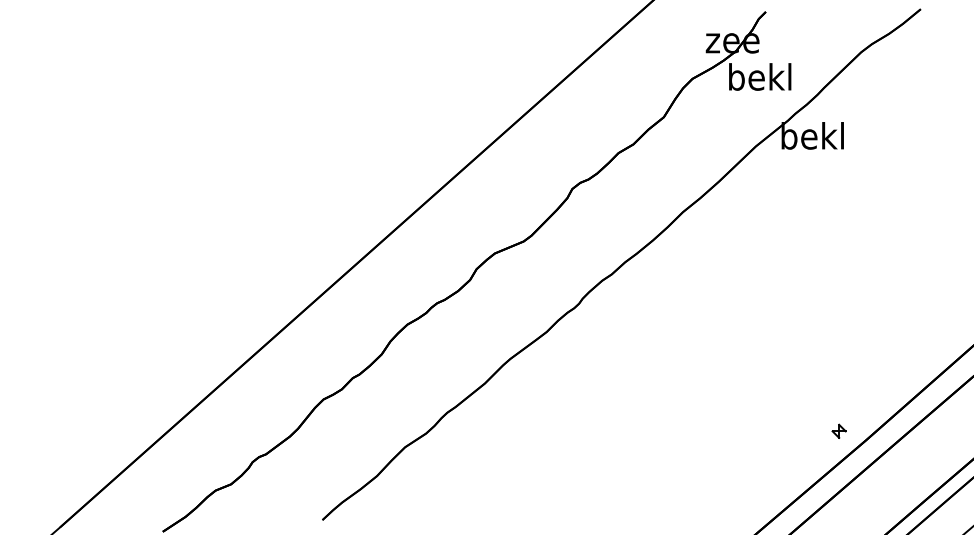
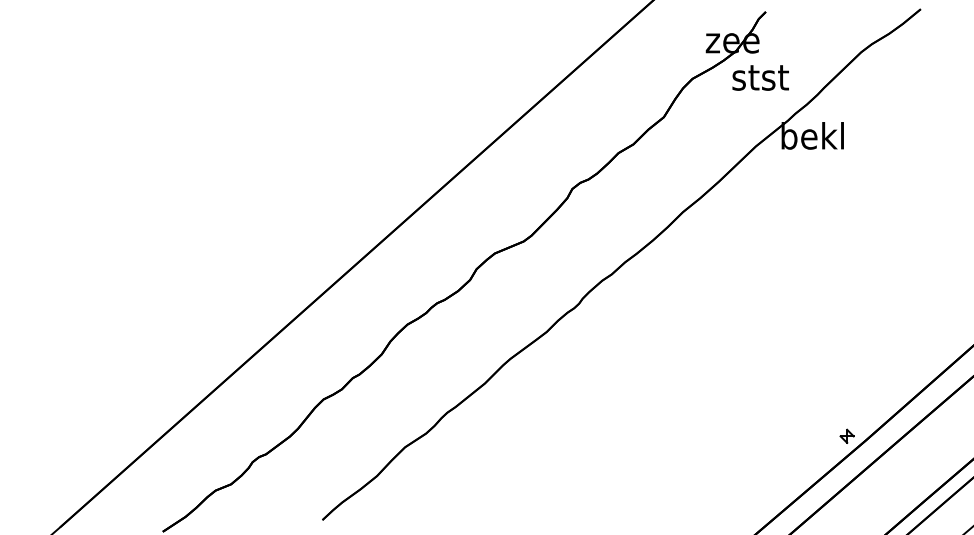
text at (760, 76): bekl -> stst
part at (838, 430) position: (838, 430) -> (846, 435)
